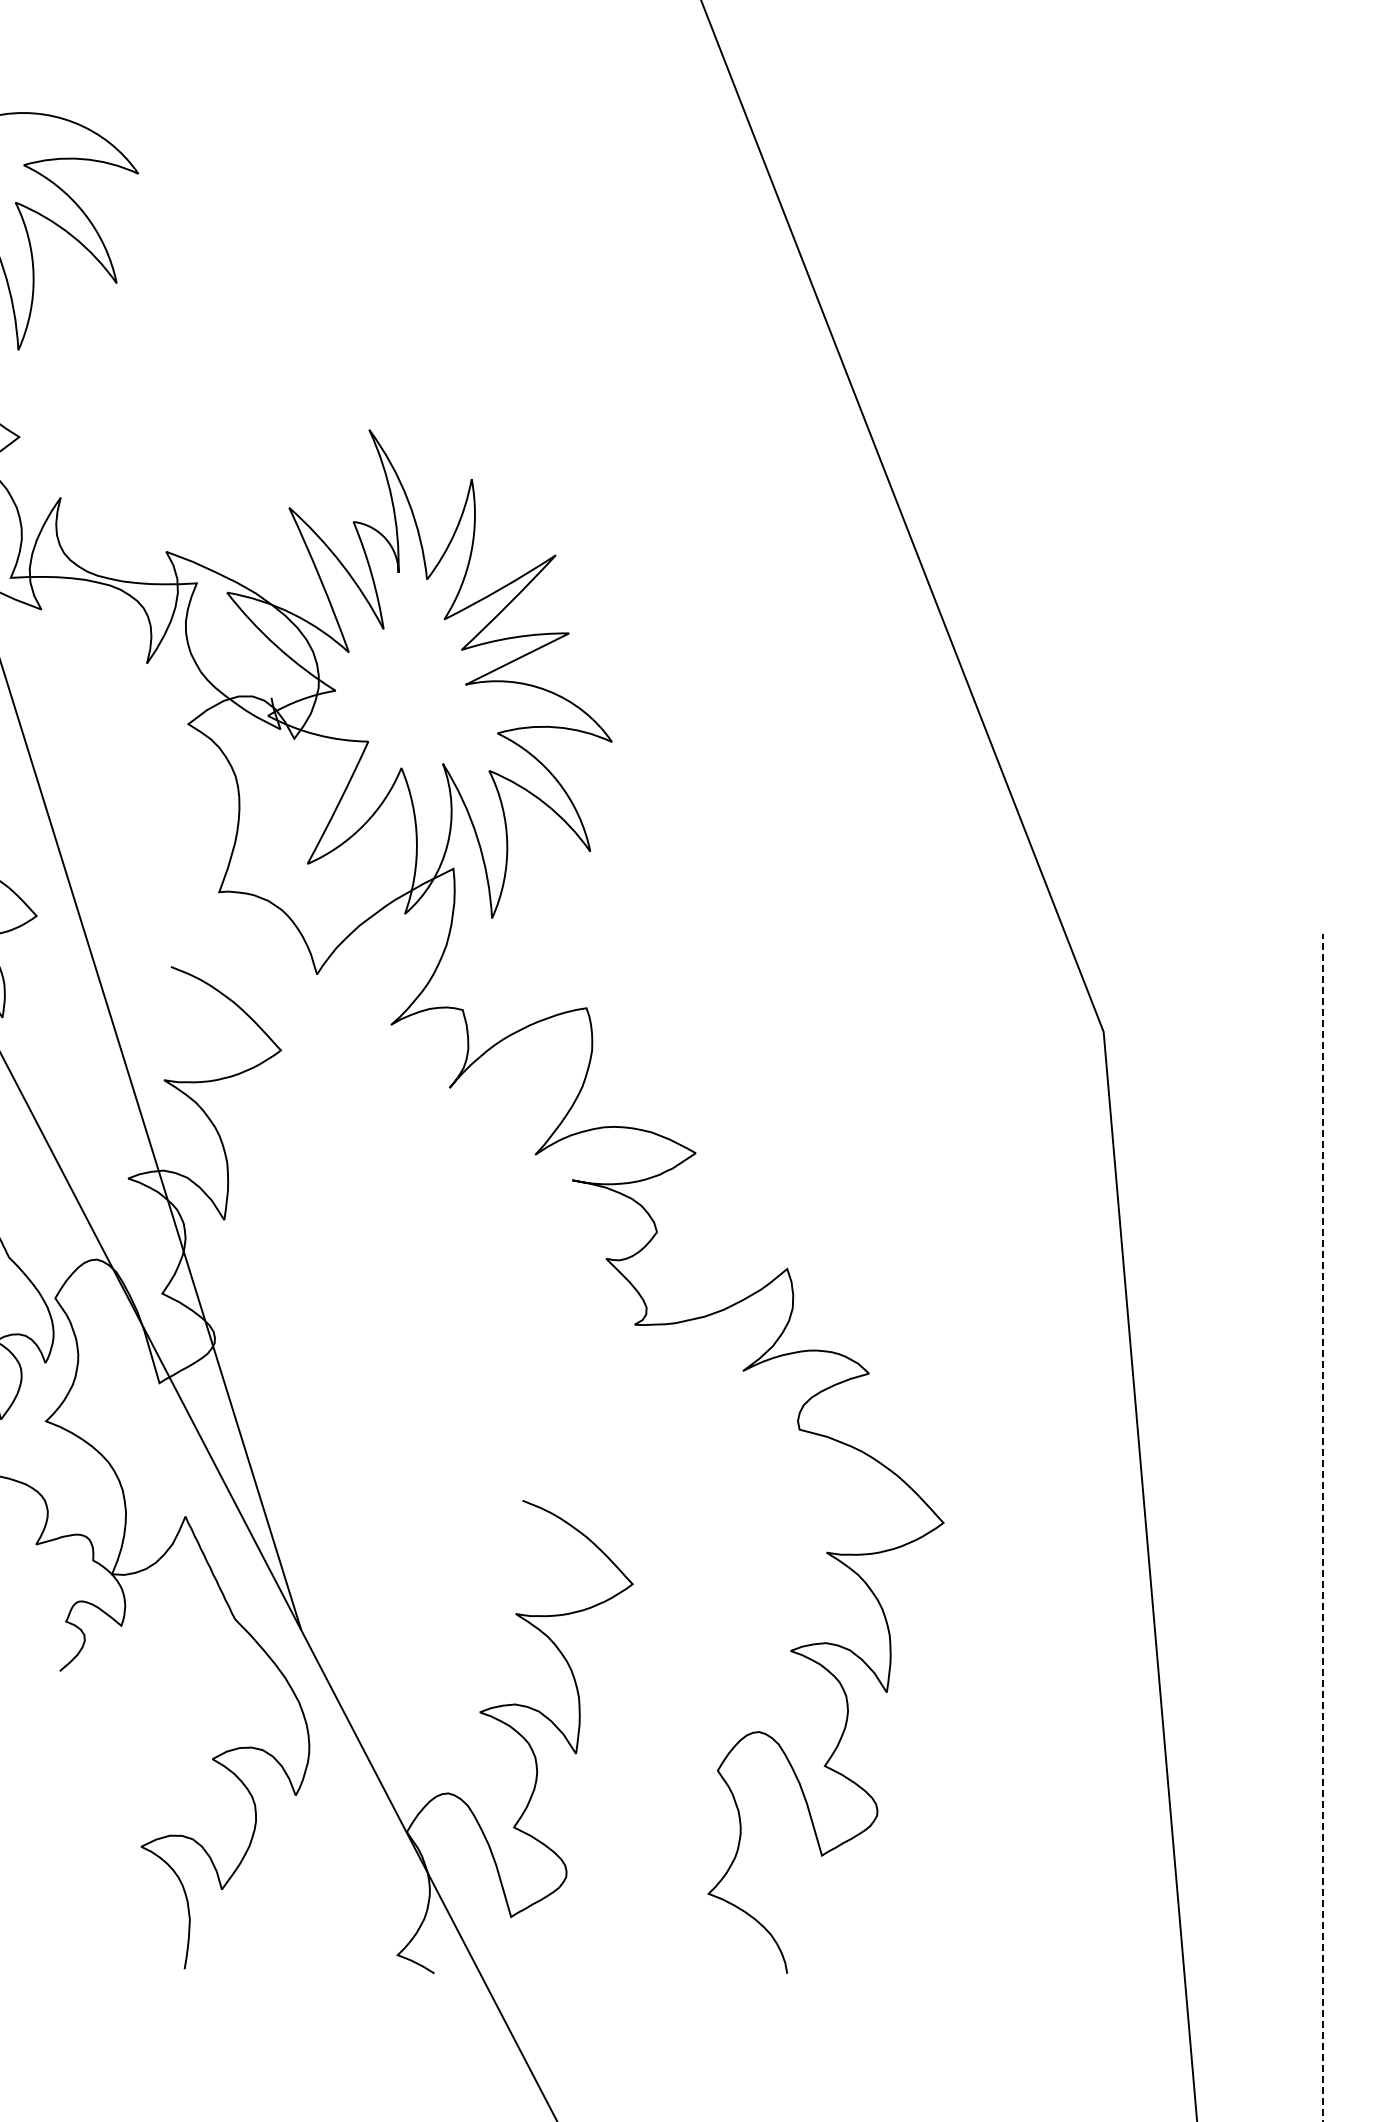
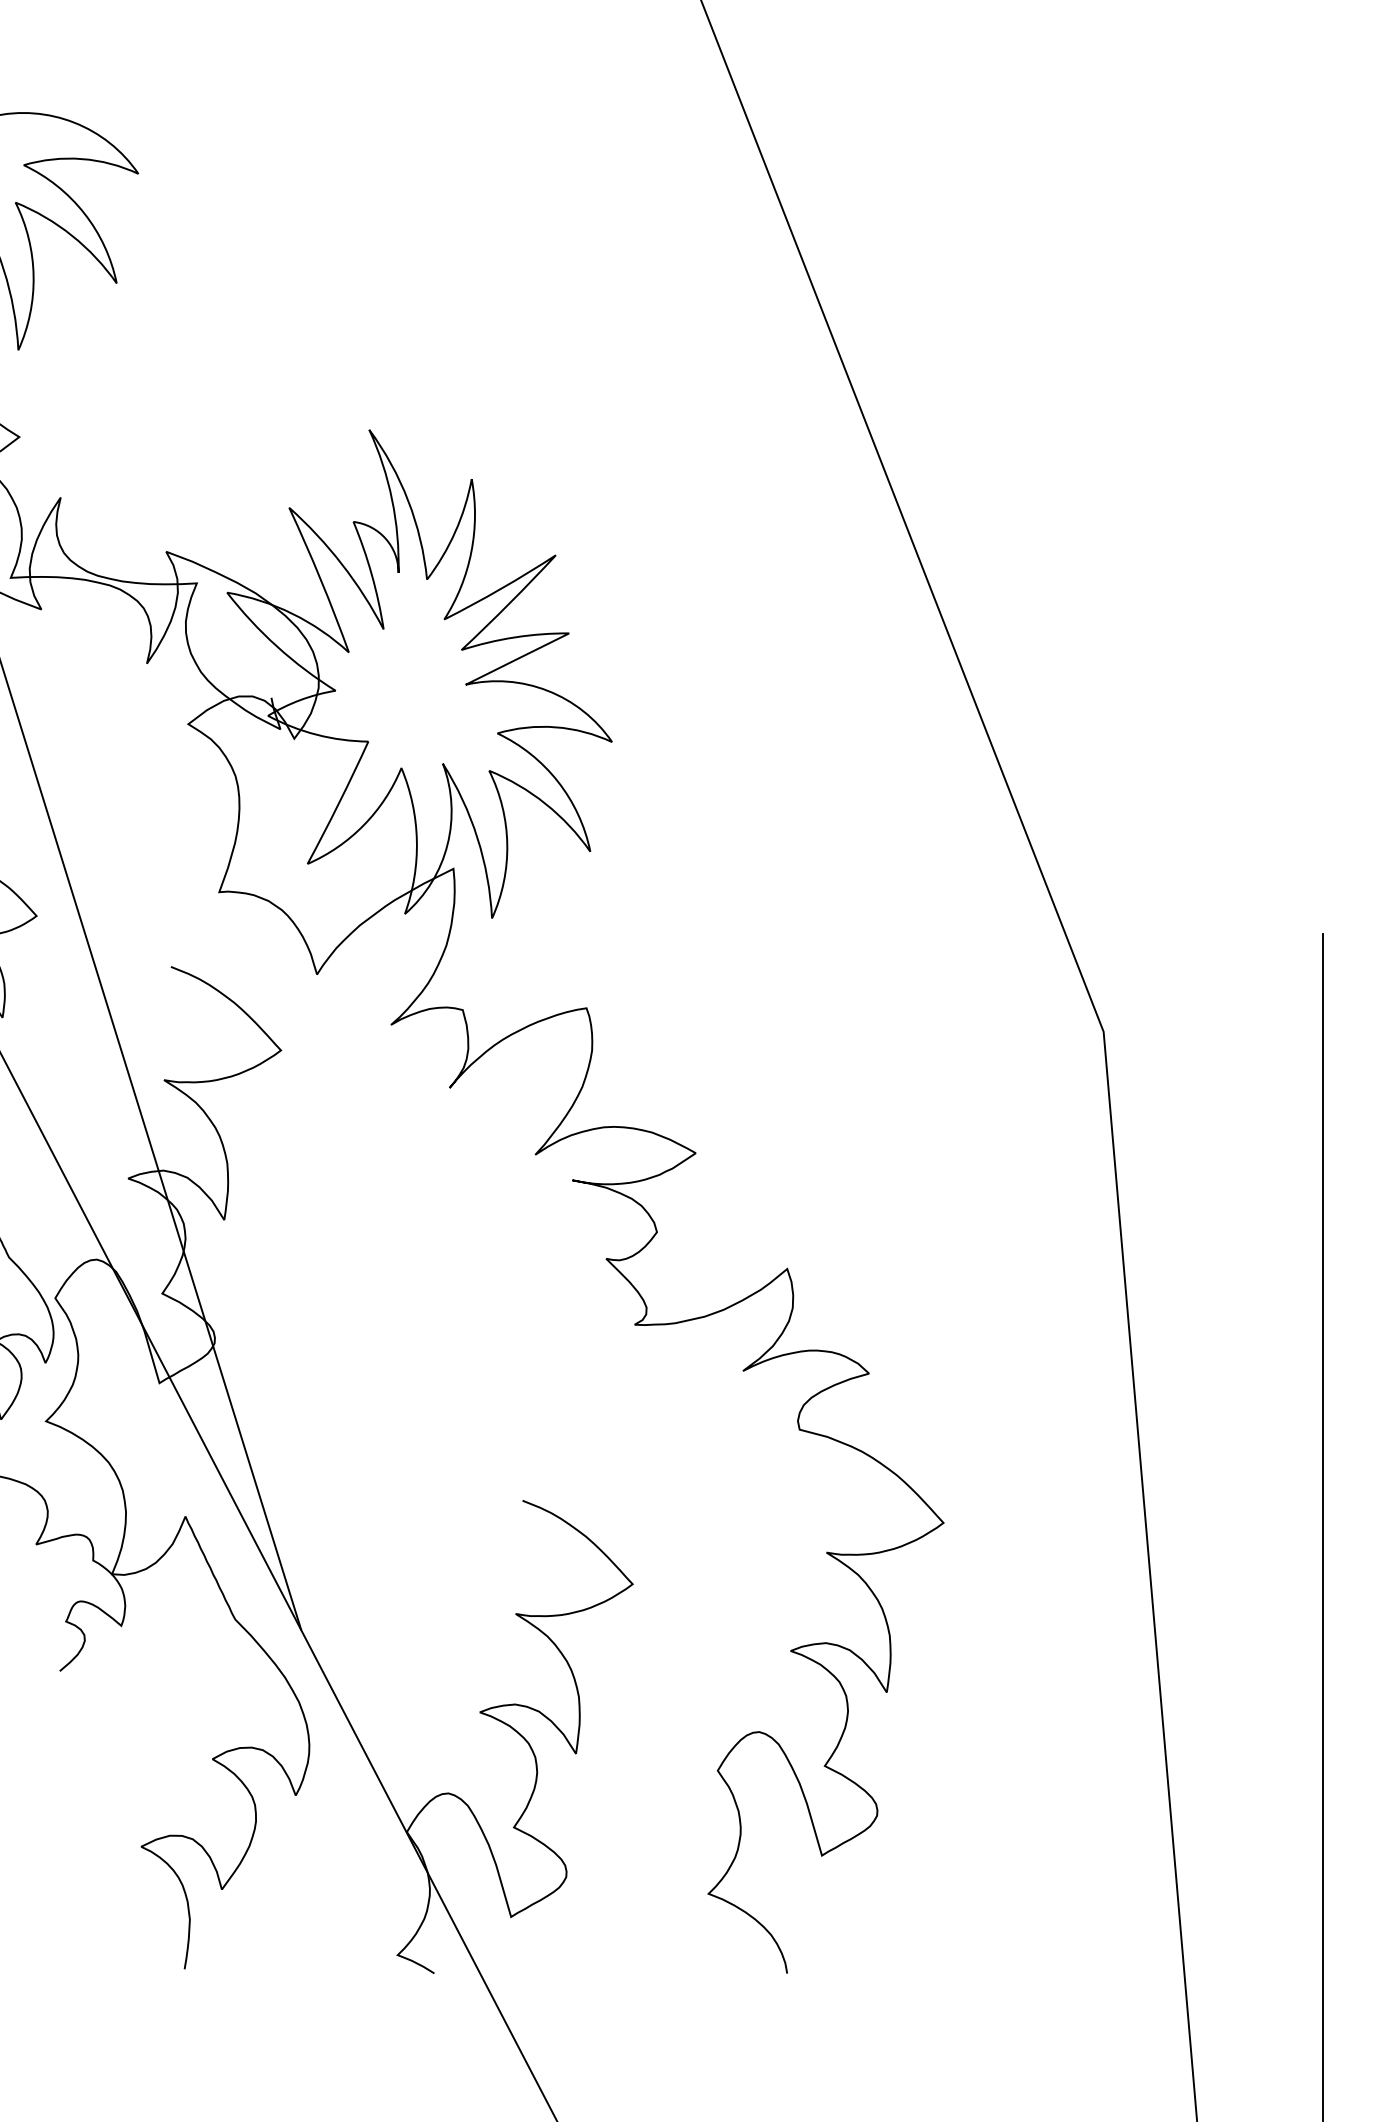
line at (1323, 1527): dashed -> solid
